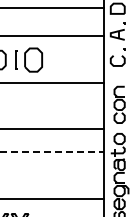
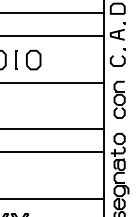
line at (52, 7) position: (52, 7) -> (52, 12)
part at (33, 59) size: 19x26 px -> 16x22 px
part at (119, 104) position: (119, 104) -> (119, 99)
line at (52, 152): dashed -> solid
